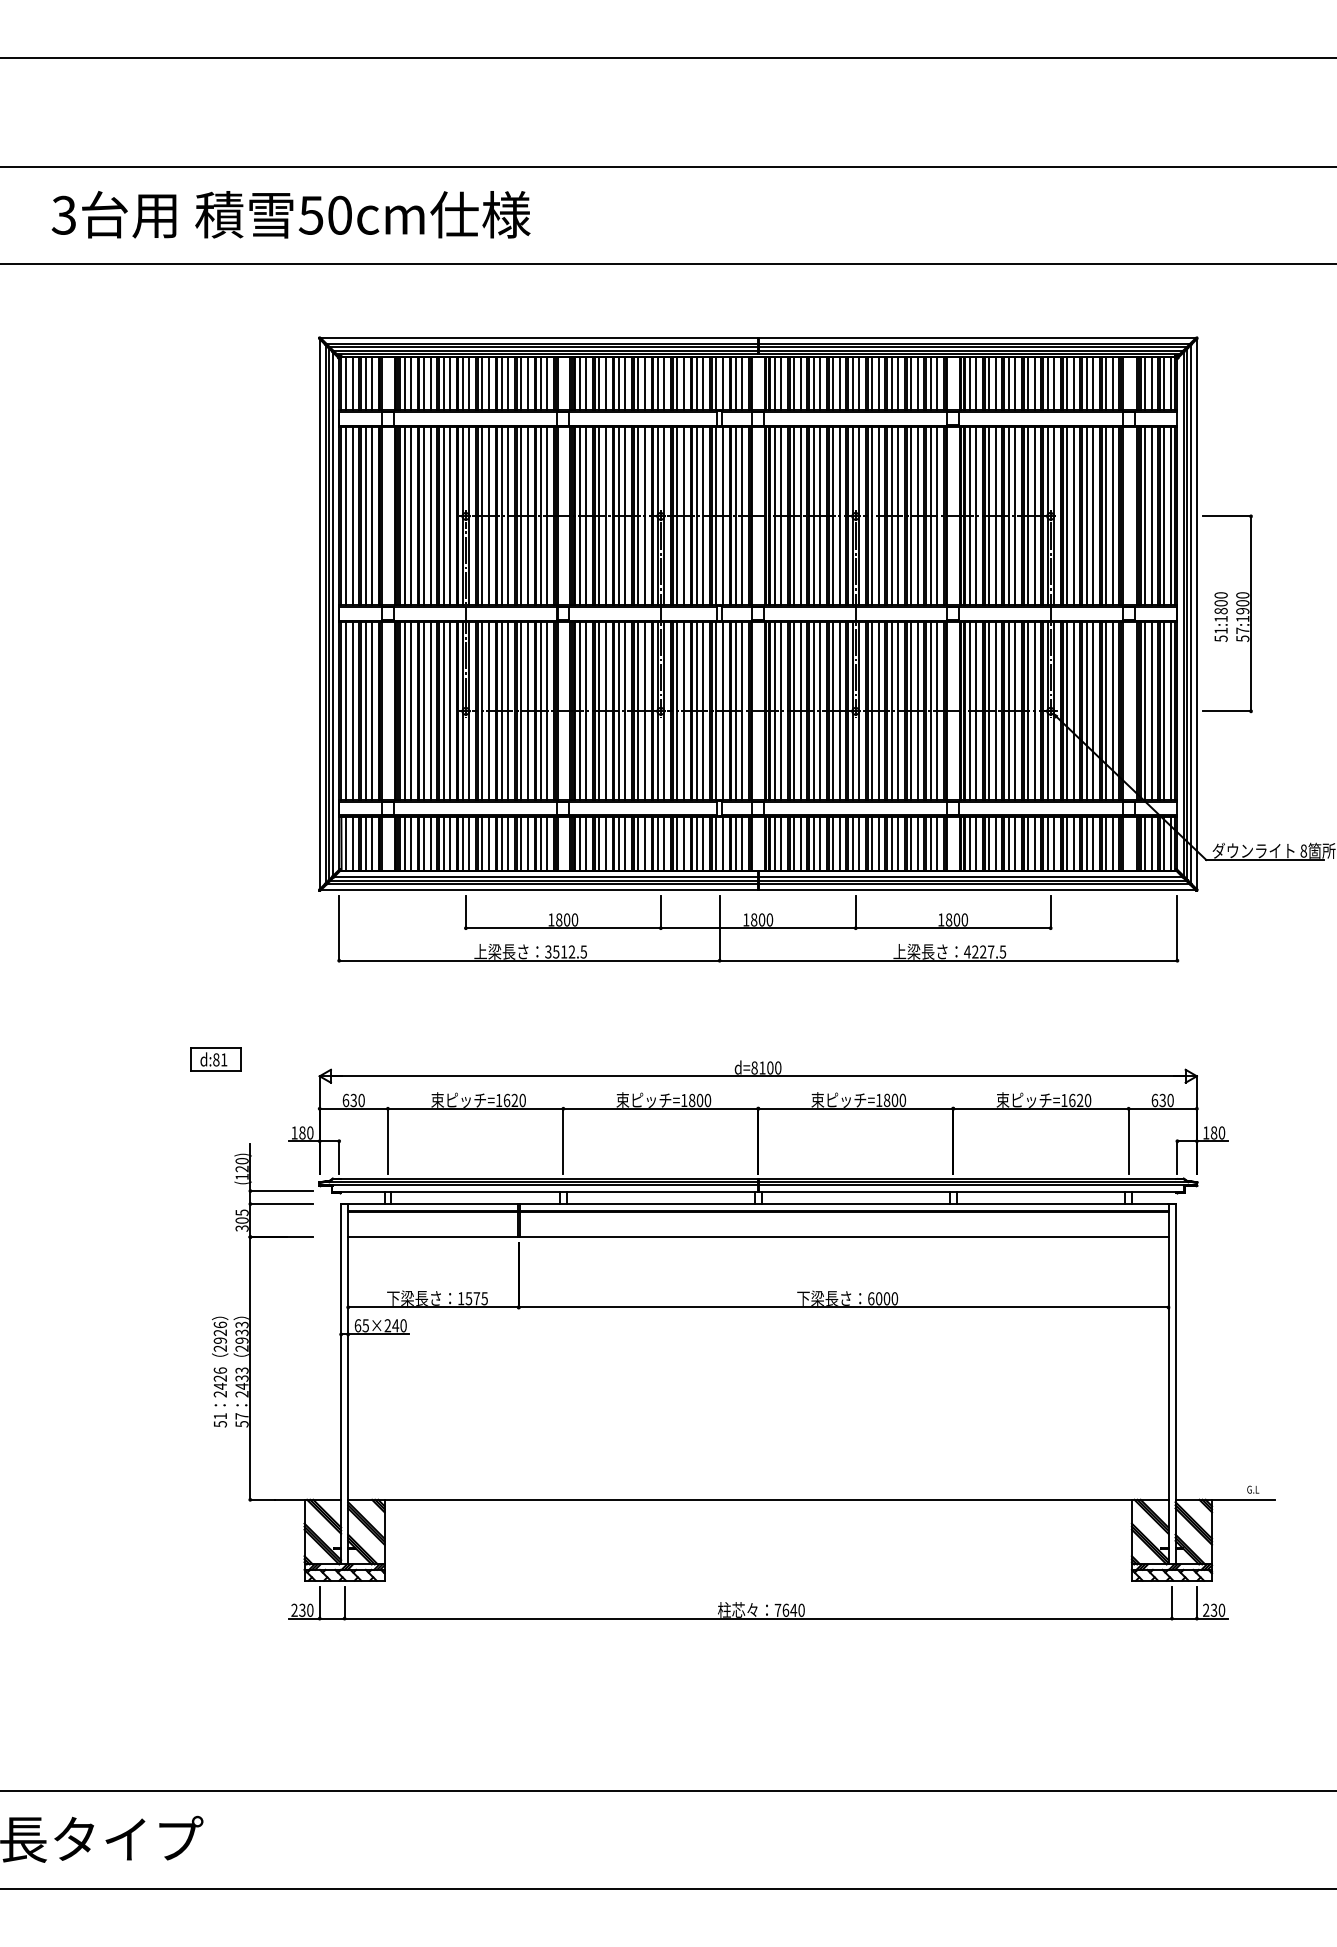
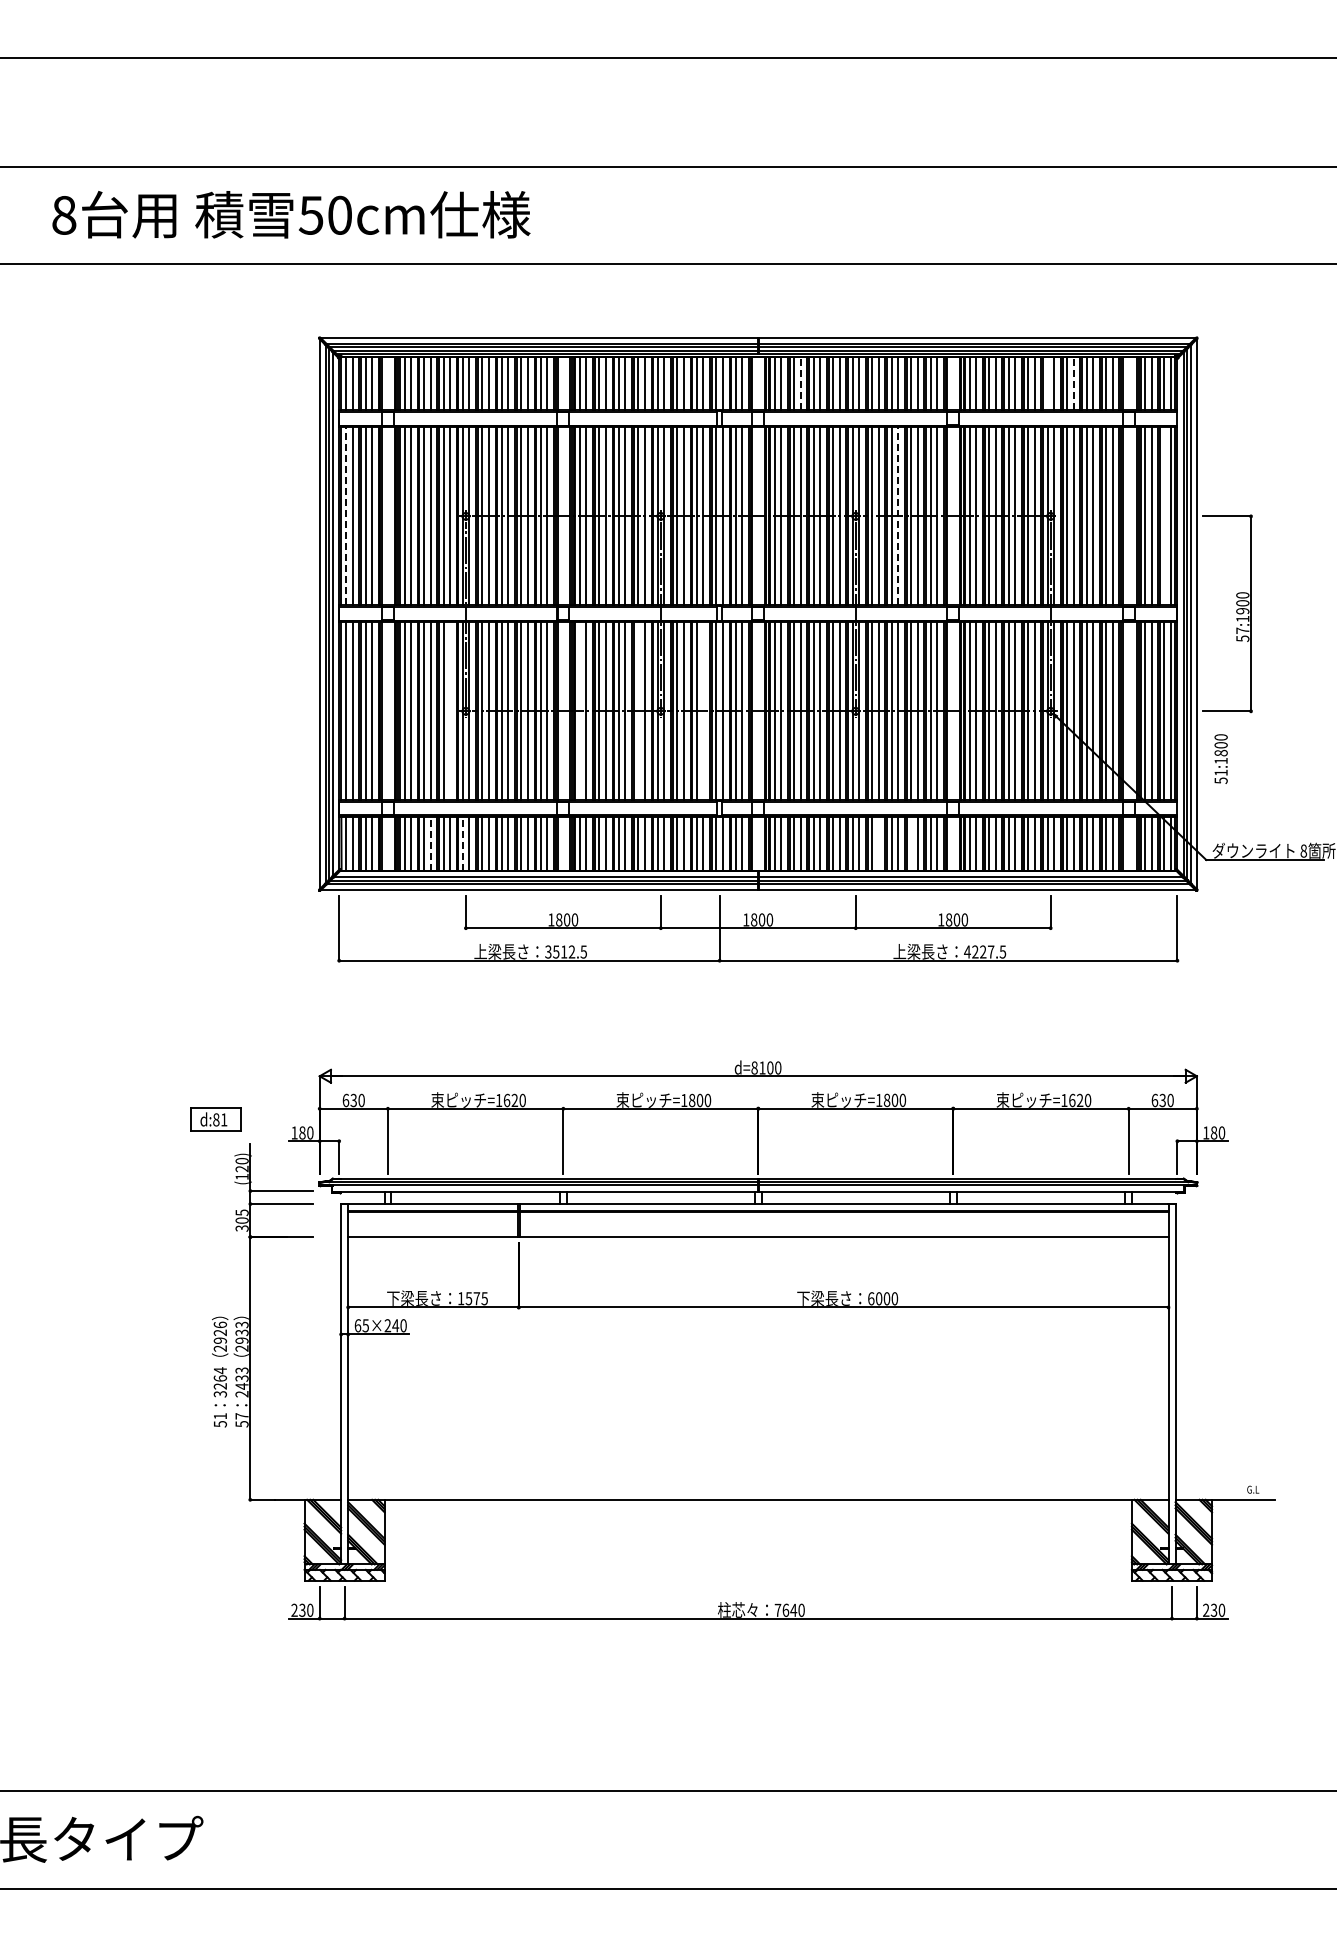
text at (63, 214): 3 -> 8
line at (800, 383): solid -> dashed
line at (1047, 383): present -> none
line at (1073, 383): solid -> dashed
line at (346, 515): solid -> dashed
line at (898, 515): solid -> dashed
line at (1164, 516): present -> none
text at (1220, 616) position: (1220, 616) -> (1220, 758)
line at (449, 711): present -> none
line at (579, 711): present -> none
line at (638, 711): present -> none
line at (703, 711): present -> none
line at (430, 843): solid -> dashed
line at (462, 843): solid -> dashed
line at (878, 843): present -> none
line at (911, 843): present -> none
part at (215, 1059) position: (215, 1059) -> (215, 1119)
text at (220, 1382): 2426 -> 3264
